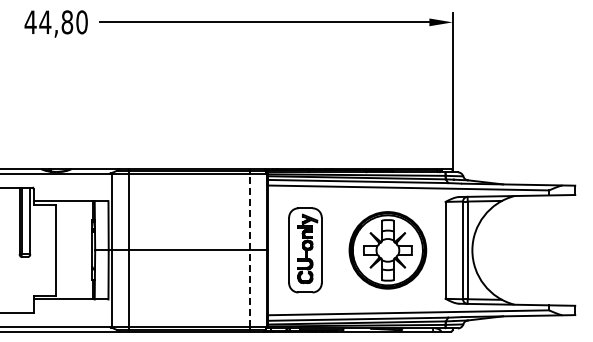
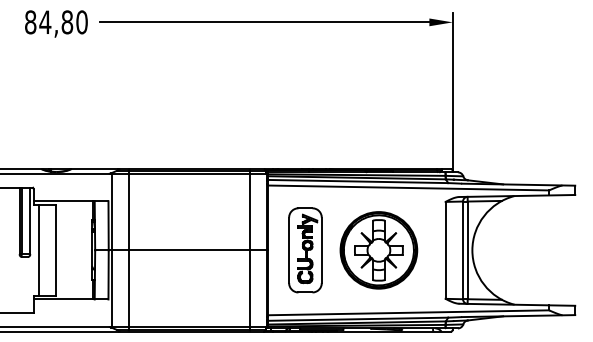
text at (30, 22): 44,80 -> 84,80
line at (38, 250): none -> present
line at (249, 250): dashed -> solid
part at (387, 250) position: (387, 250) -> (378, 250)
